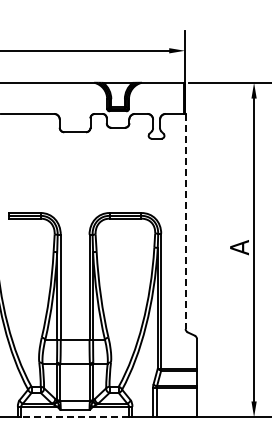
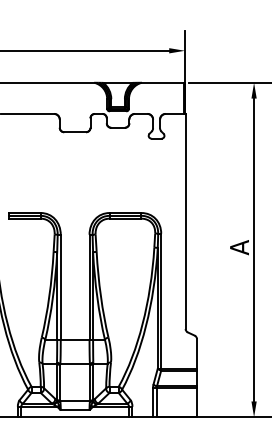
line at (185, 221): dashed -> solid
line at (75, 417): dashed -> solid
